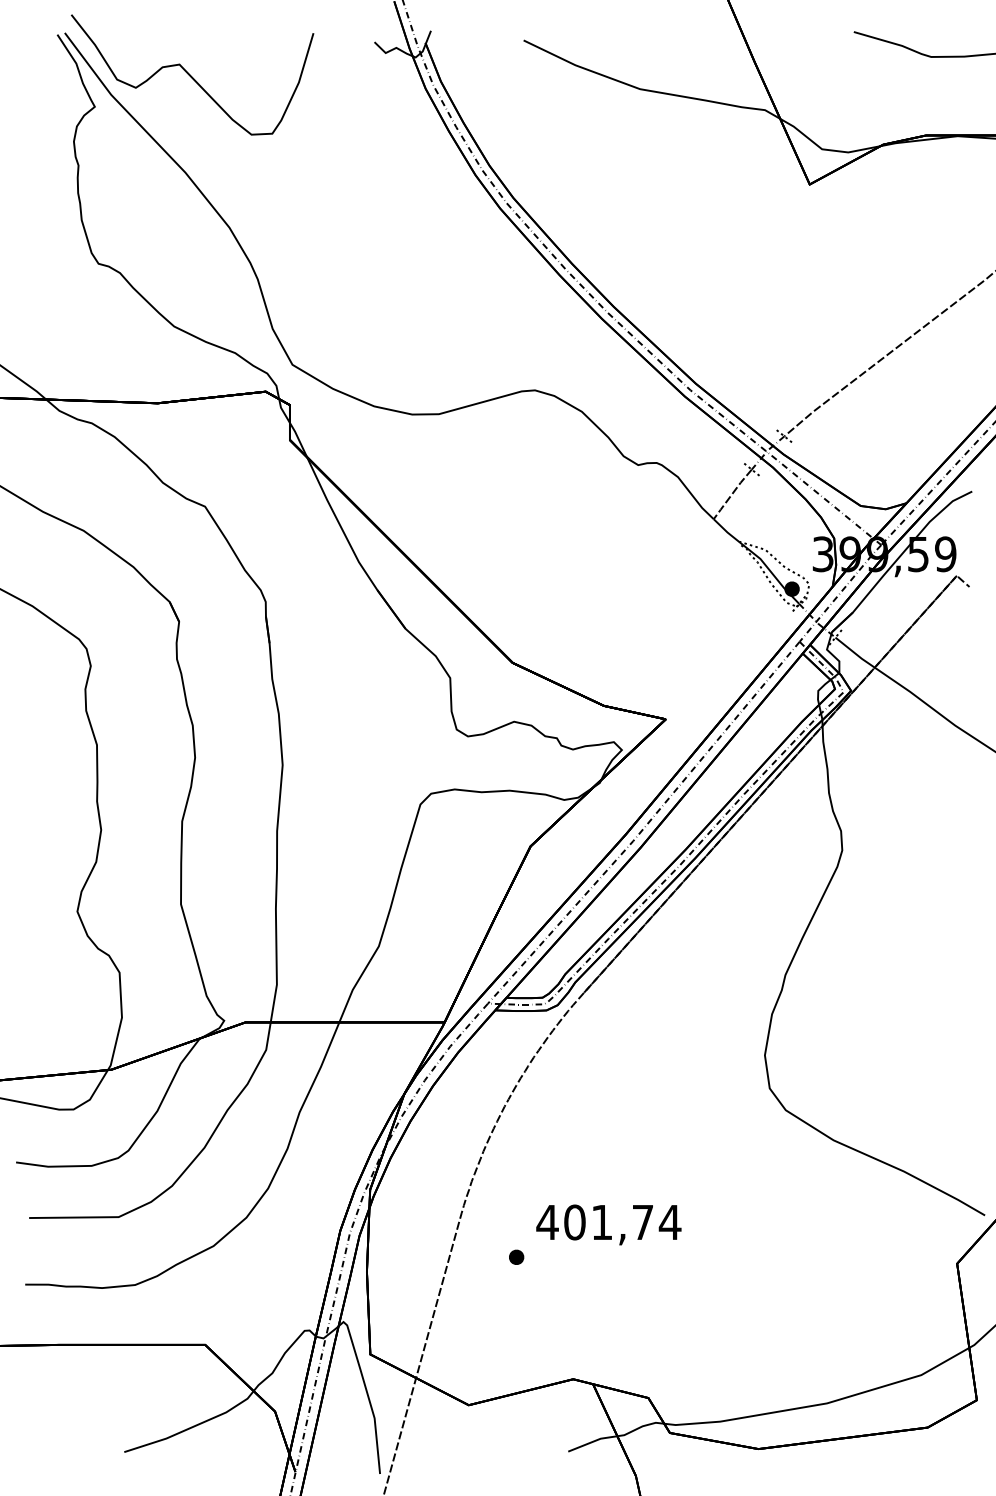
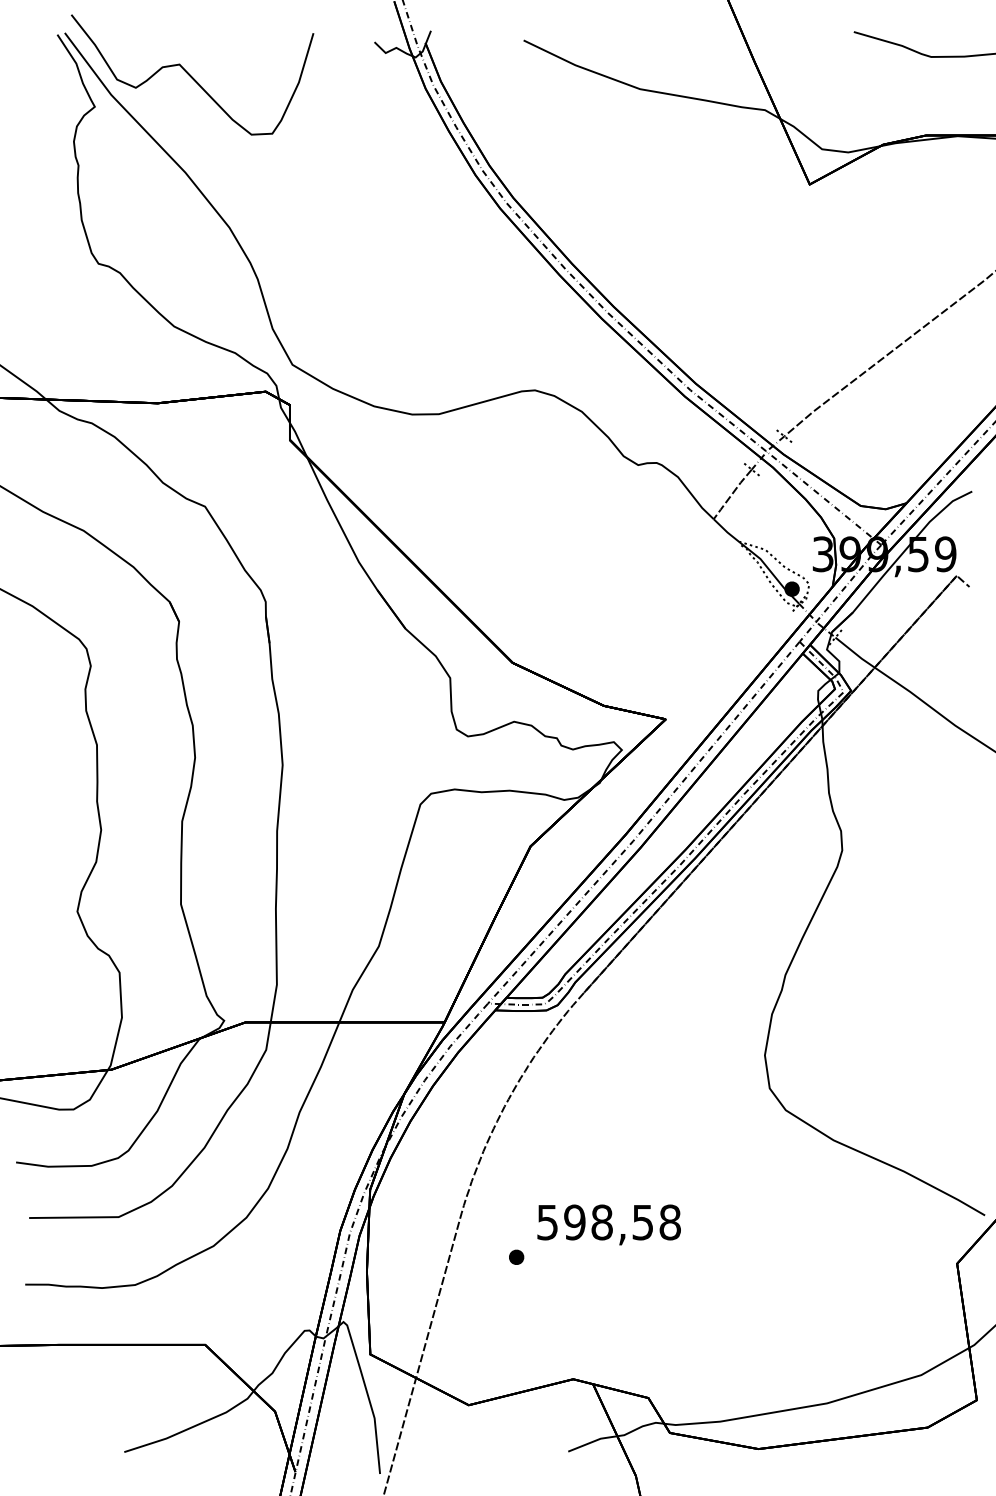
text at (608, 1222): 401,74 -> 598,58
